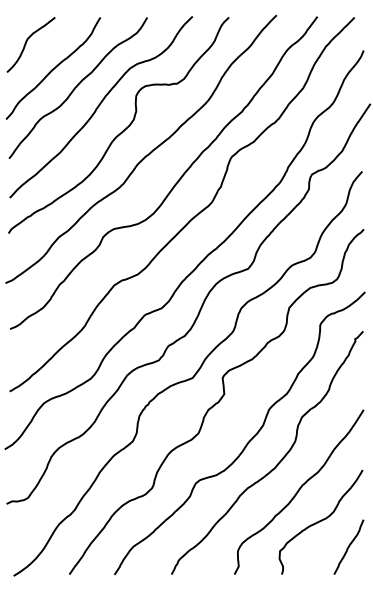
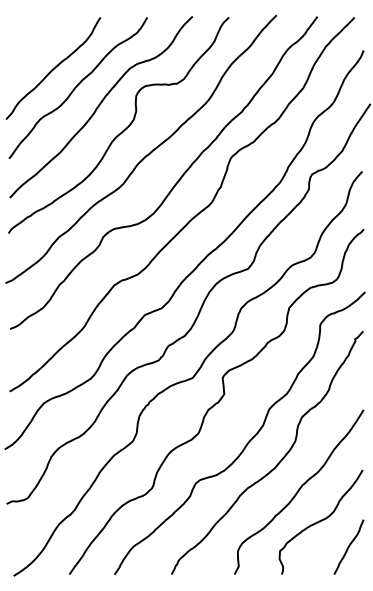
curve at (26, 44): present -> none
